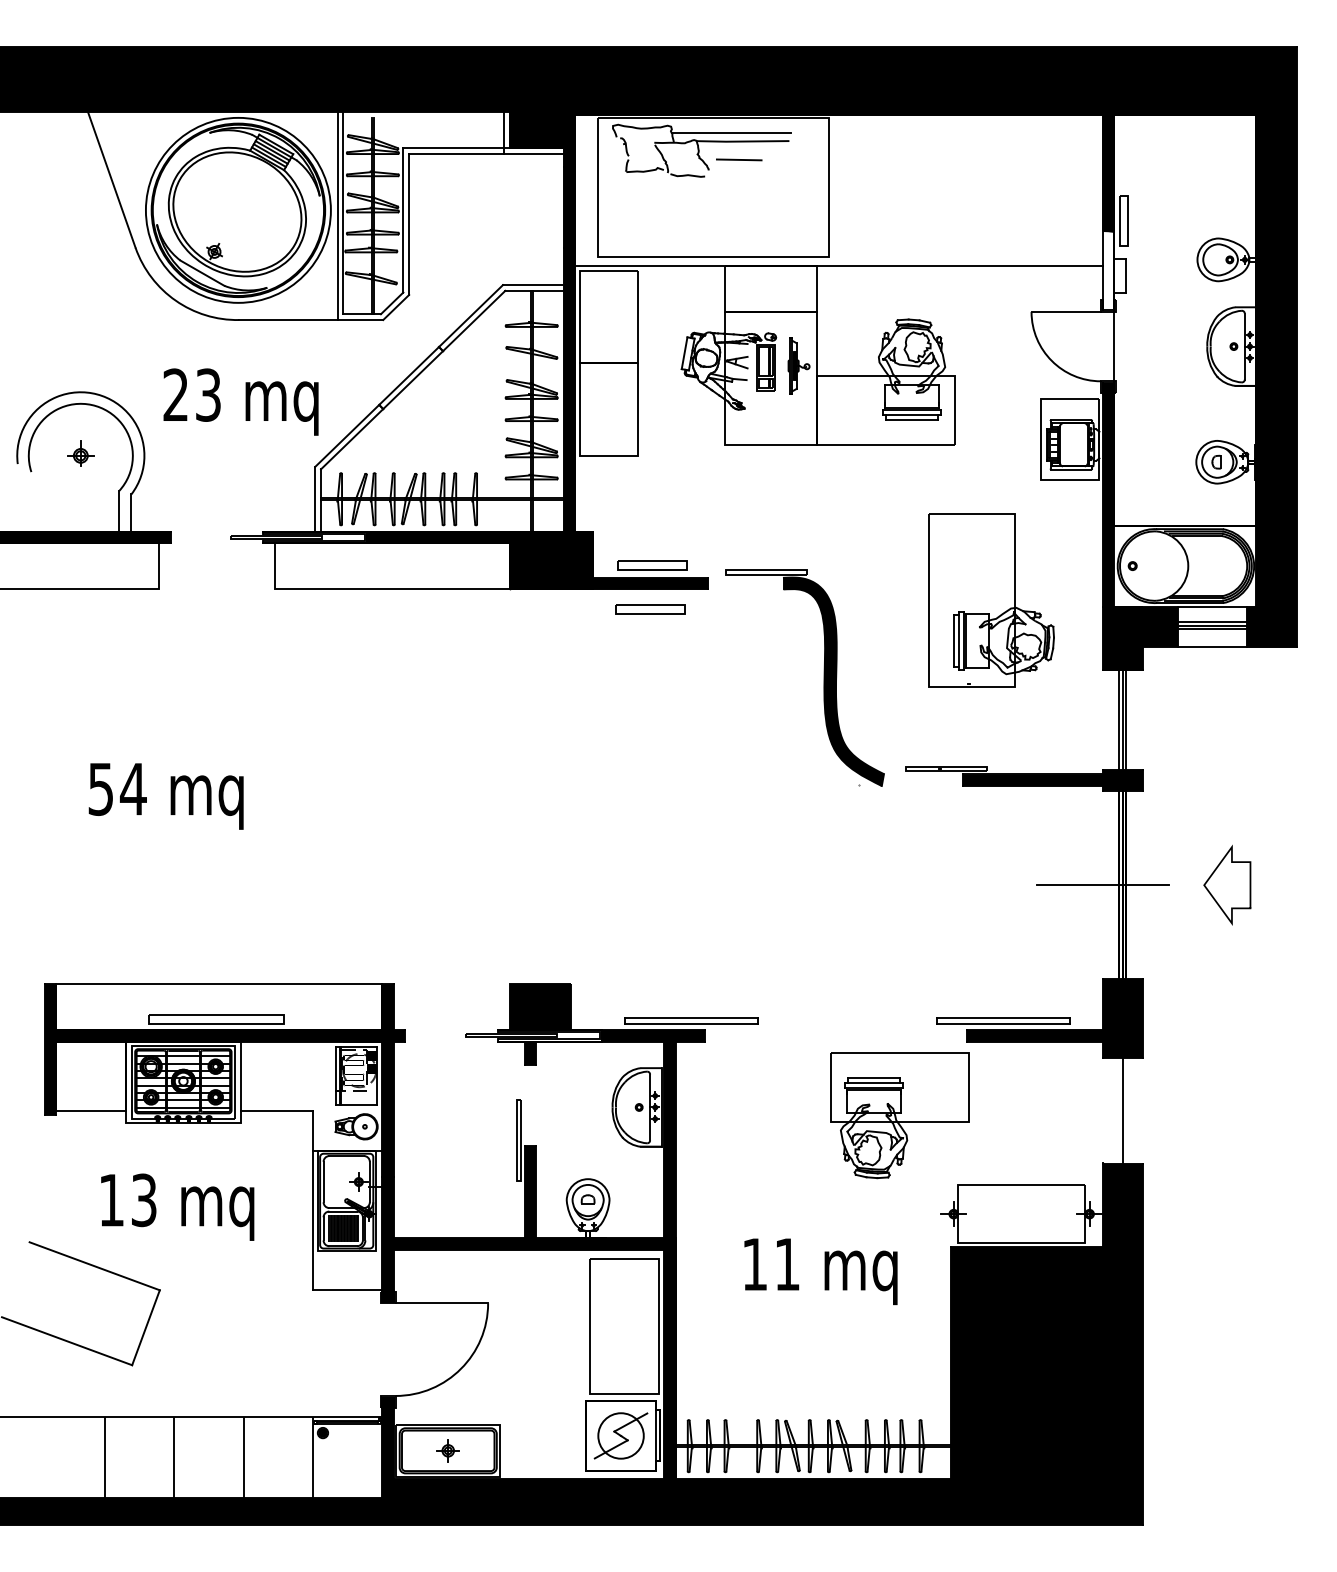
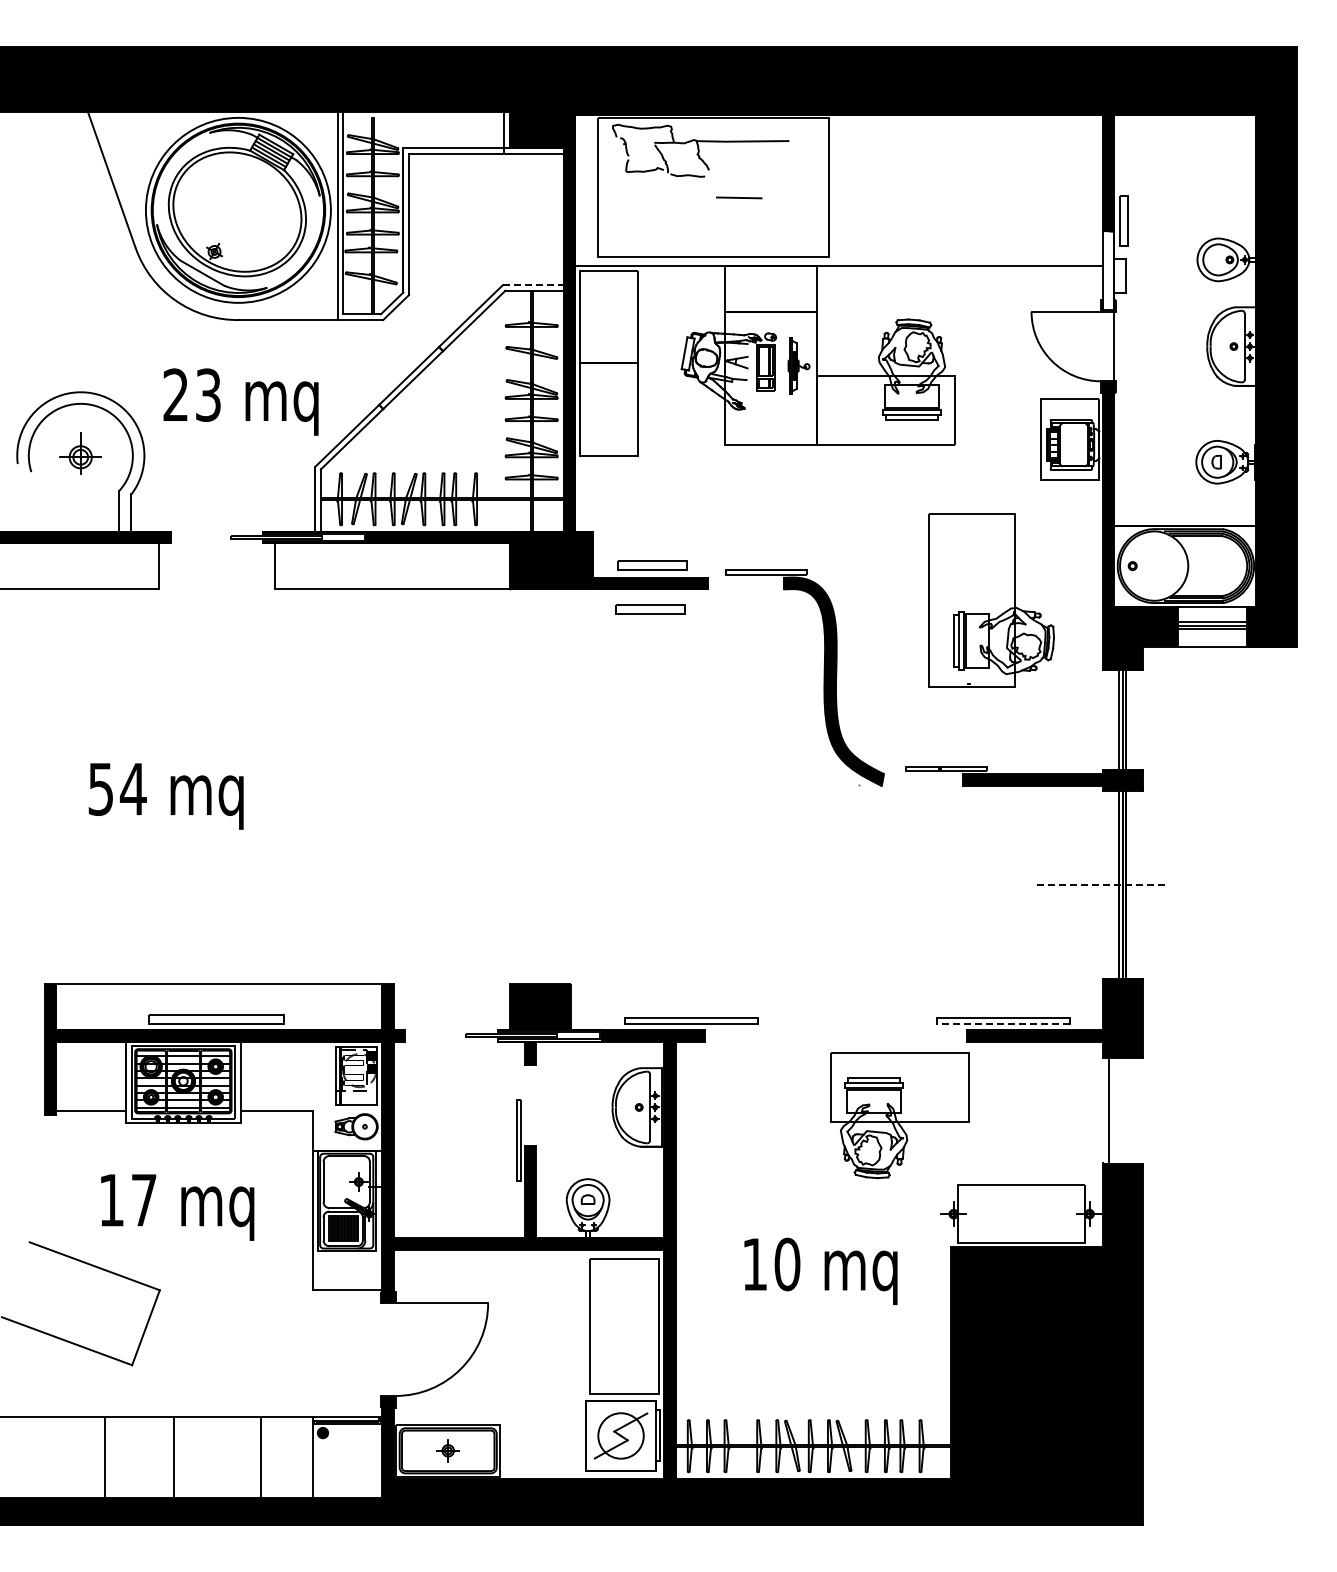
line at (731, 133): present -> none
line at (739, 159) position: (739, 159) -> (739, 197)
line at (533, 285): solid -> dashed
part at (80, 453) size: 28x27 px -> 43x43 px
part at (1227, 884): present -> none
line at (1103, 885): solid -> dashed
line at (1003, 1023): solid -> dashed
line at (1122, 1110) position: (1122, 1110) -> (1108, 1110)
text at (144, 1200): 13 -> 17
text at (787, 1264): 11 -> 10
line at (243, 1457) position: (243, 1457) -> (260, 1457)
